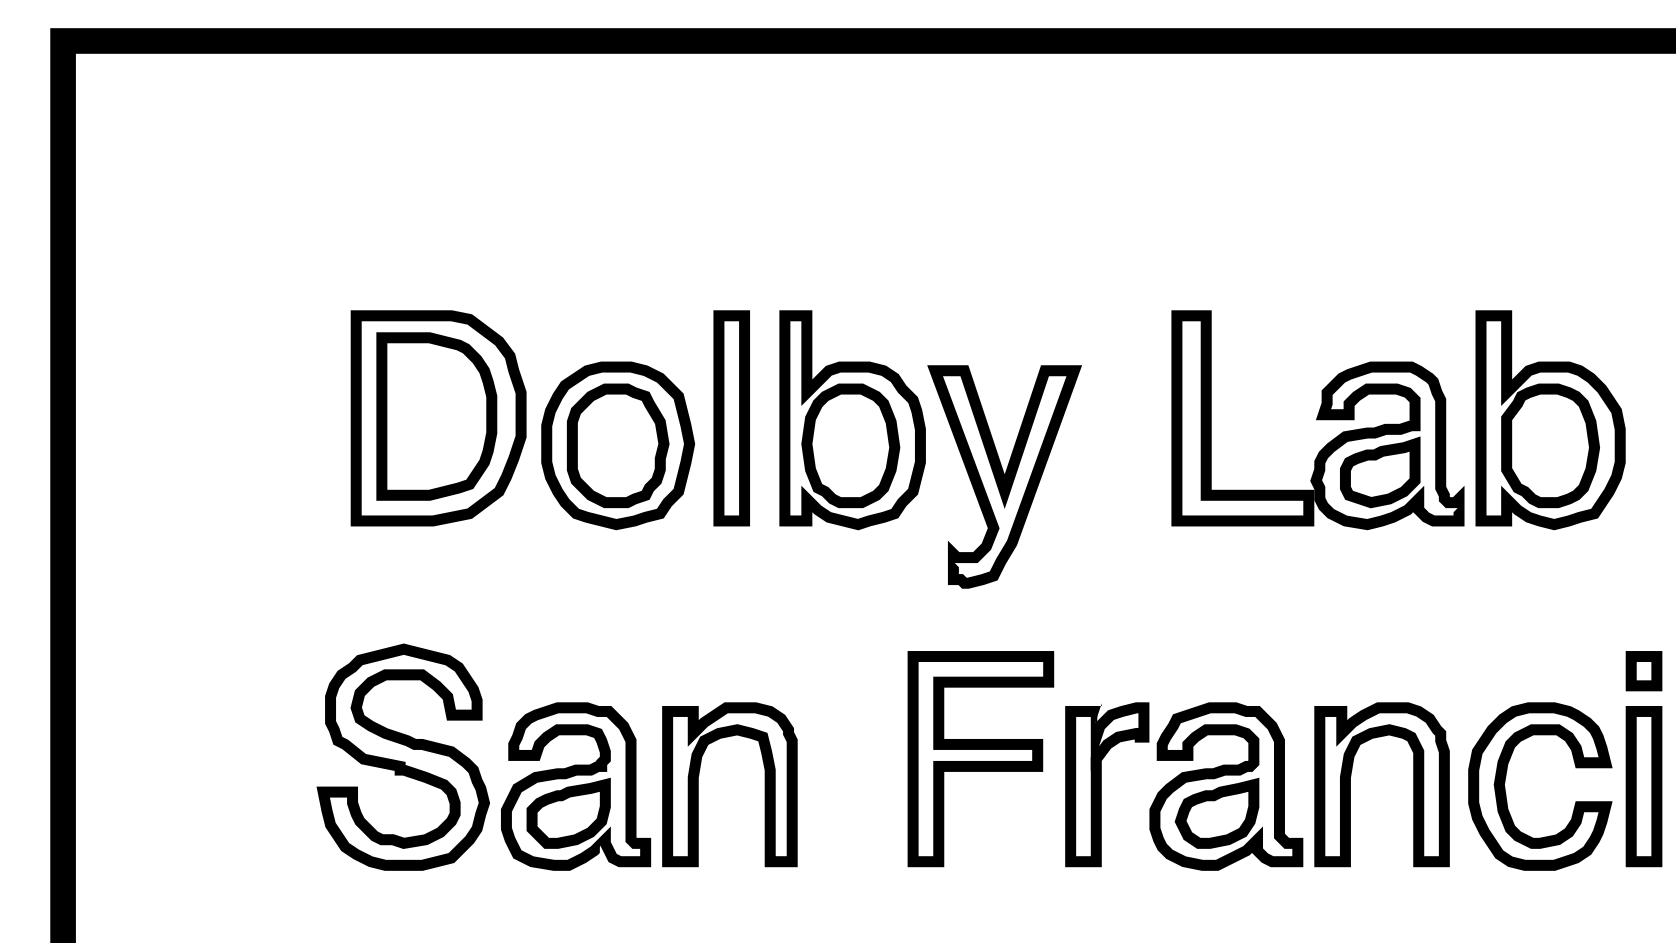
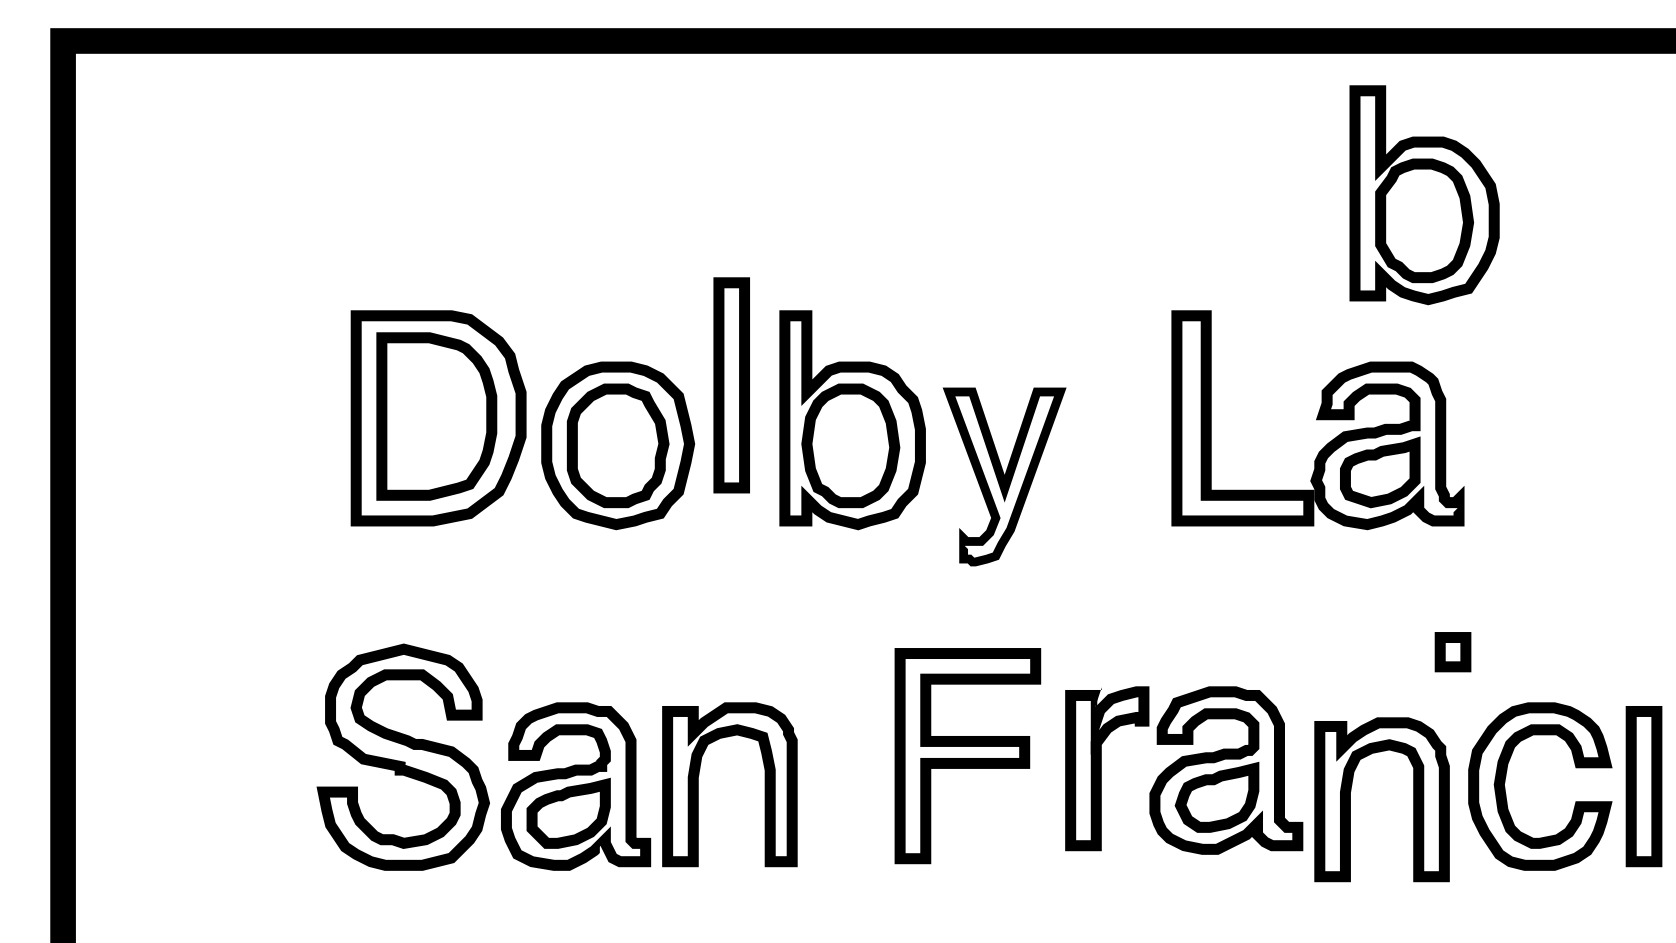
part at (731, 418) position: (731, 418) -> (731, 385)
part at (1550, 420) position: (1550, 420) -> (1424, 195)
part at (1004, 476) size: 155x224 px -> 124x180 px
part at (1643, 671) position: (1643, 671) -> (1452, 652)
part at (980, 759) position: (980, 759) -> (967, 756)
part at (1350, 784) position: (1350, 784) -> (1350, 799)
part at (1184, 786) position: (1184, 786) -> (1184, 770)
